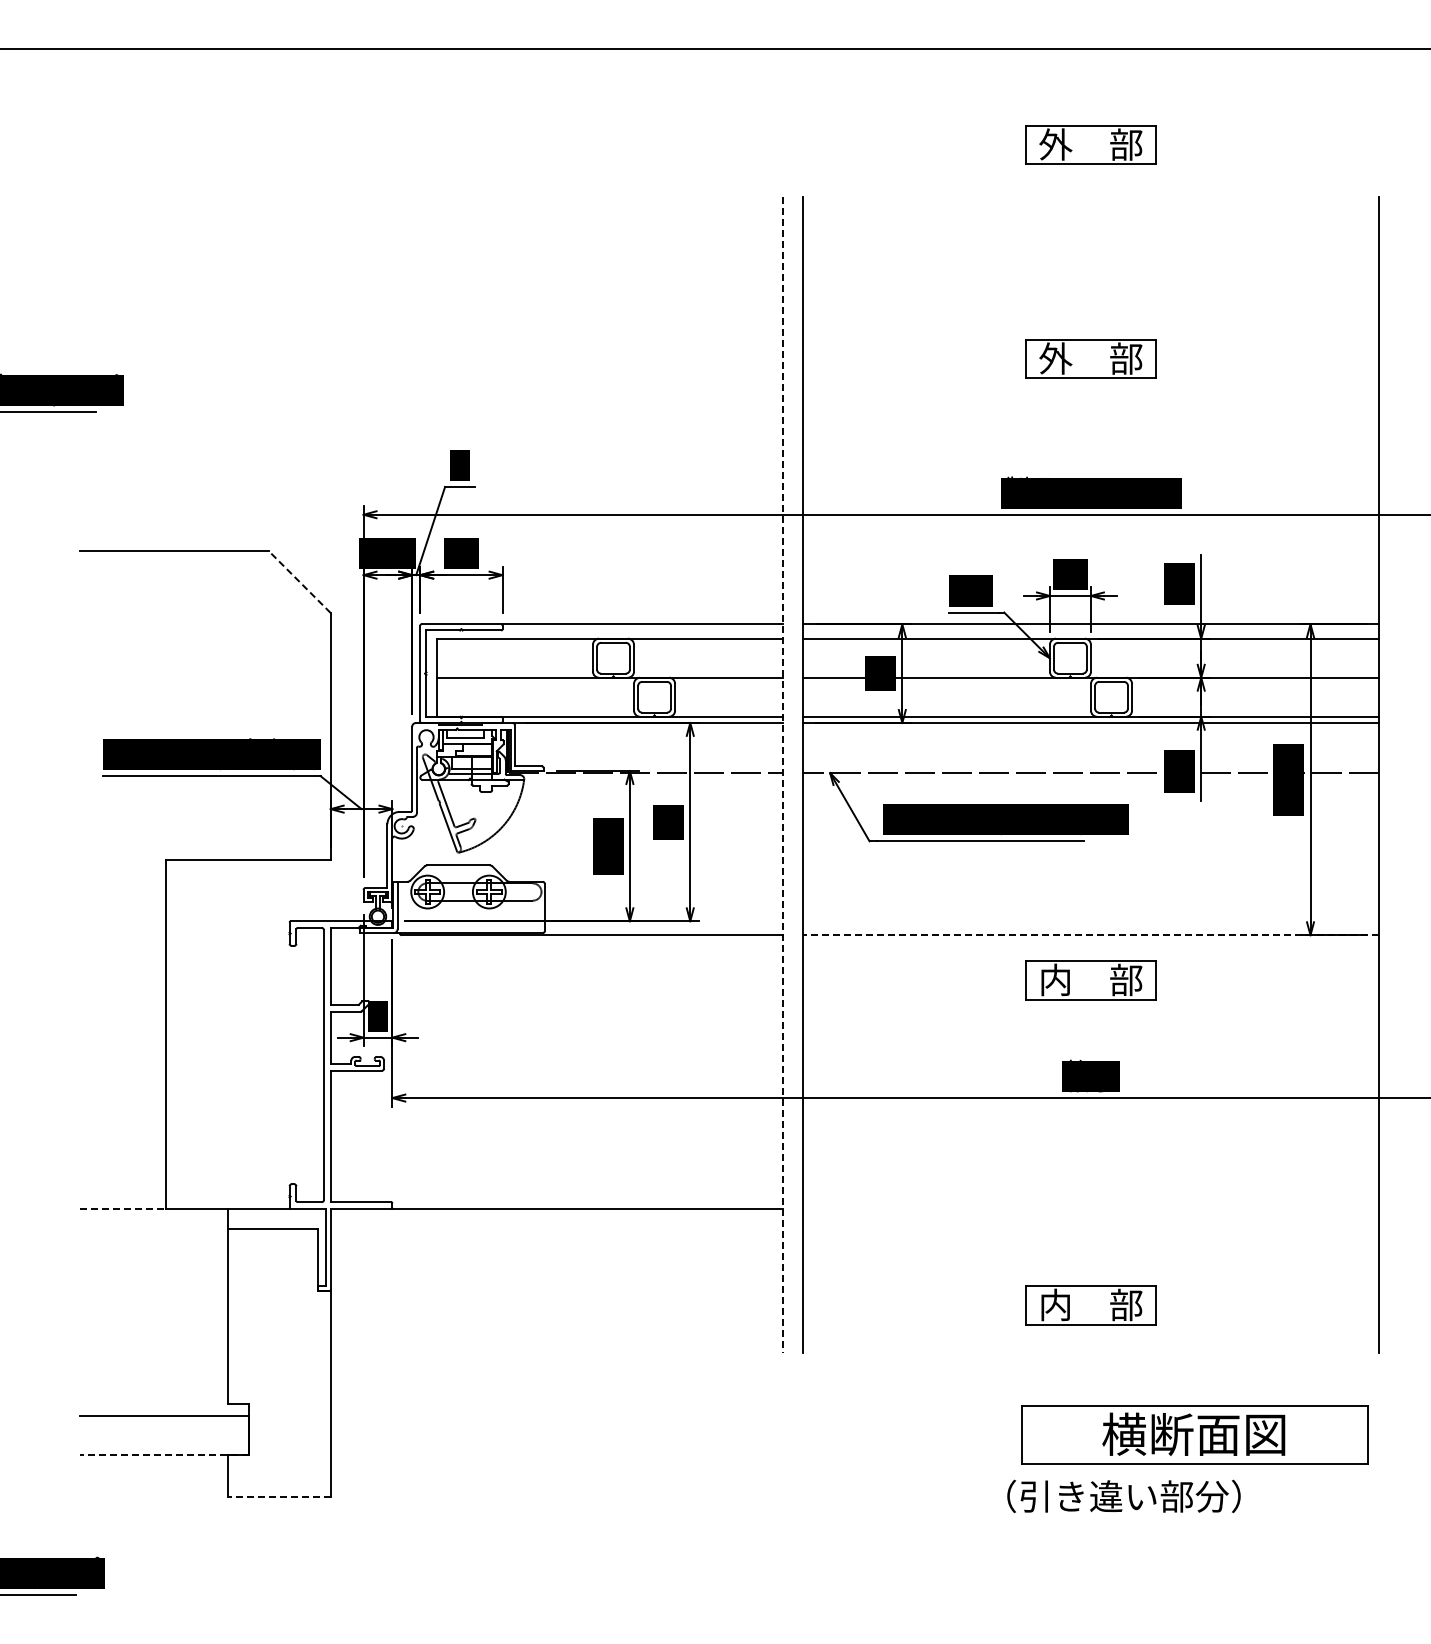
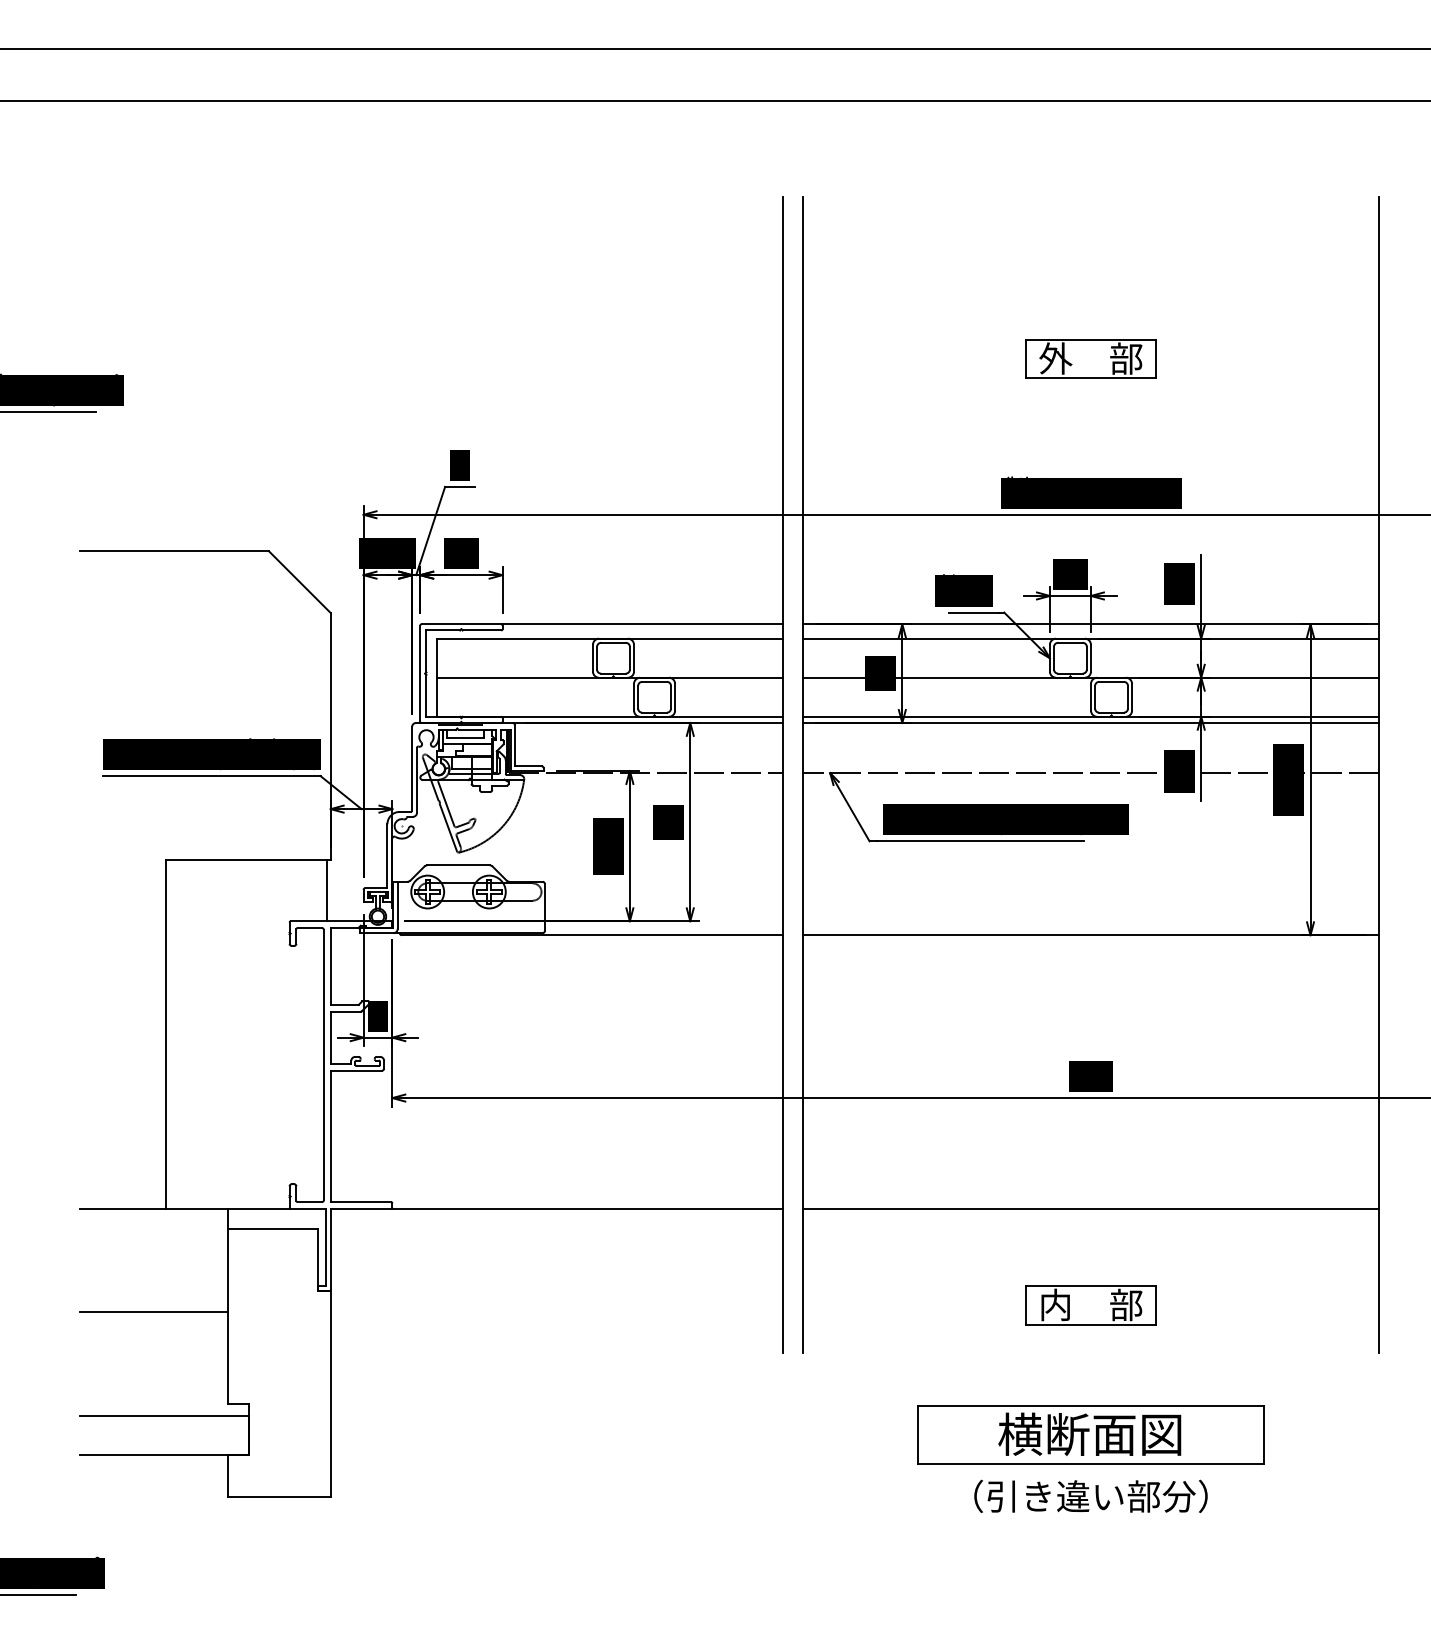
line at (714, 101): none -> present
part at (1090, 144): present -> none
line at (299, 582): dashed -> solid
text at (944, 590): SW -> 格子
line at (782, 775): dashed -> solid
line at (326, 890): none -> present
line at (1091, 935): dashed -> solid
part at (1090, 980): present -> none
text at (1090, 1075): 格子 -> SW
line at (123, 1208): dashed -> solid
line at (1090, 1208): none -> present
line at (153, 1311): none -> present
part at (1194, 1434) position: (1194, 1434) -> (1090, 1434)
line at (163, 1455): dashed -> solid
text at (1123, 1495) position: (1123, 1495) -> (1090, 1495)
line at (278, 1496): dashed -> solid
